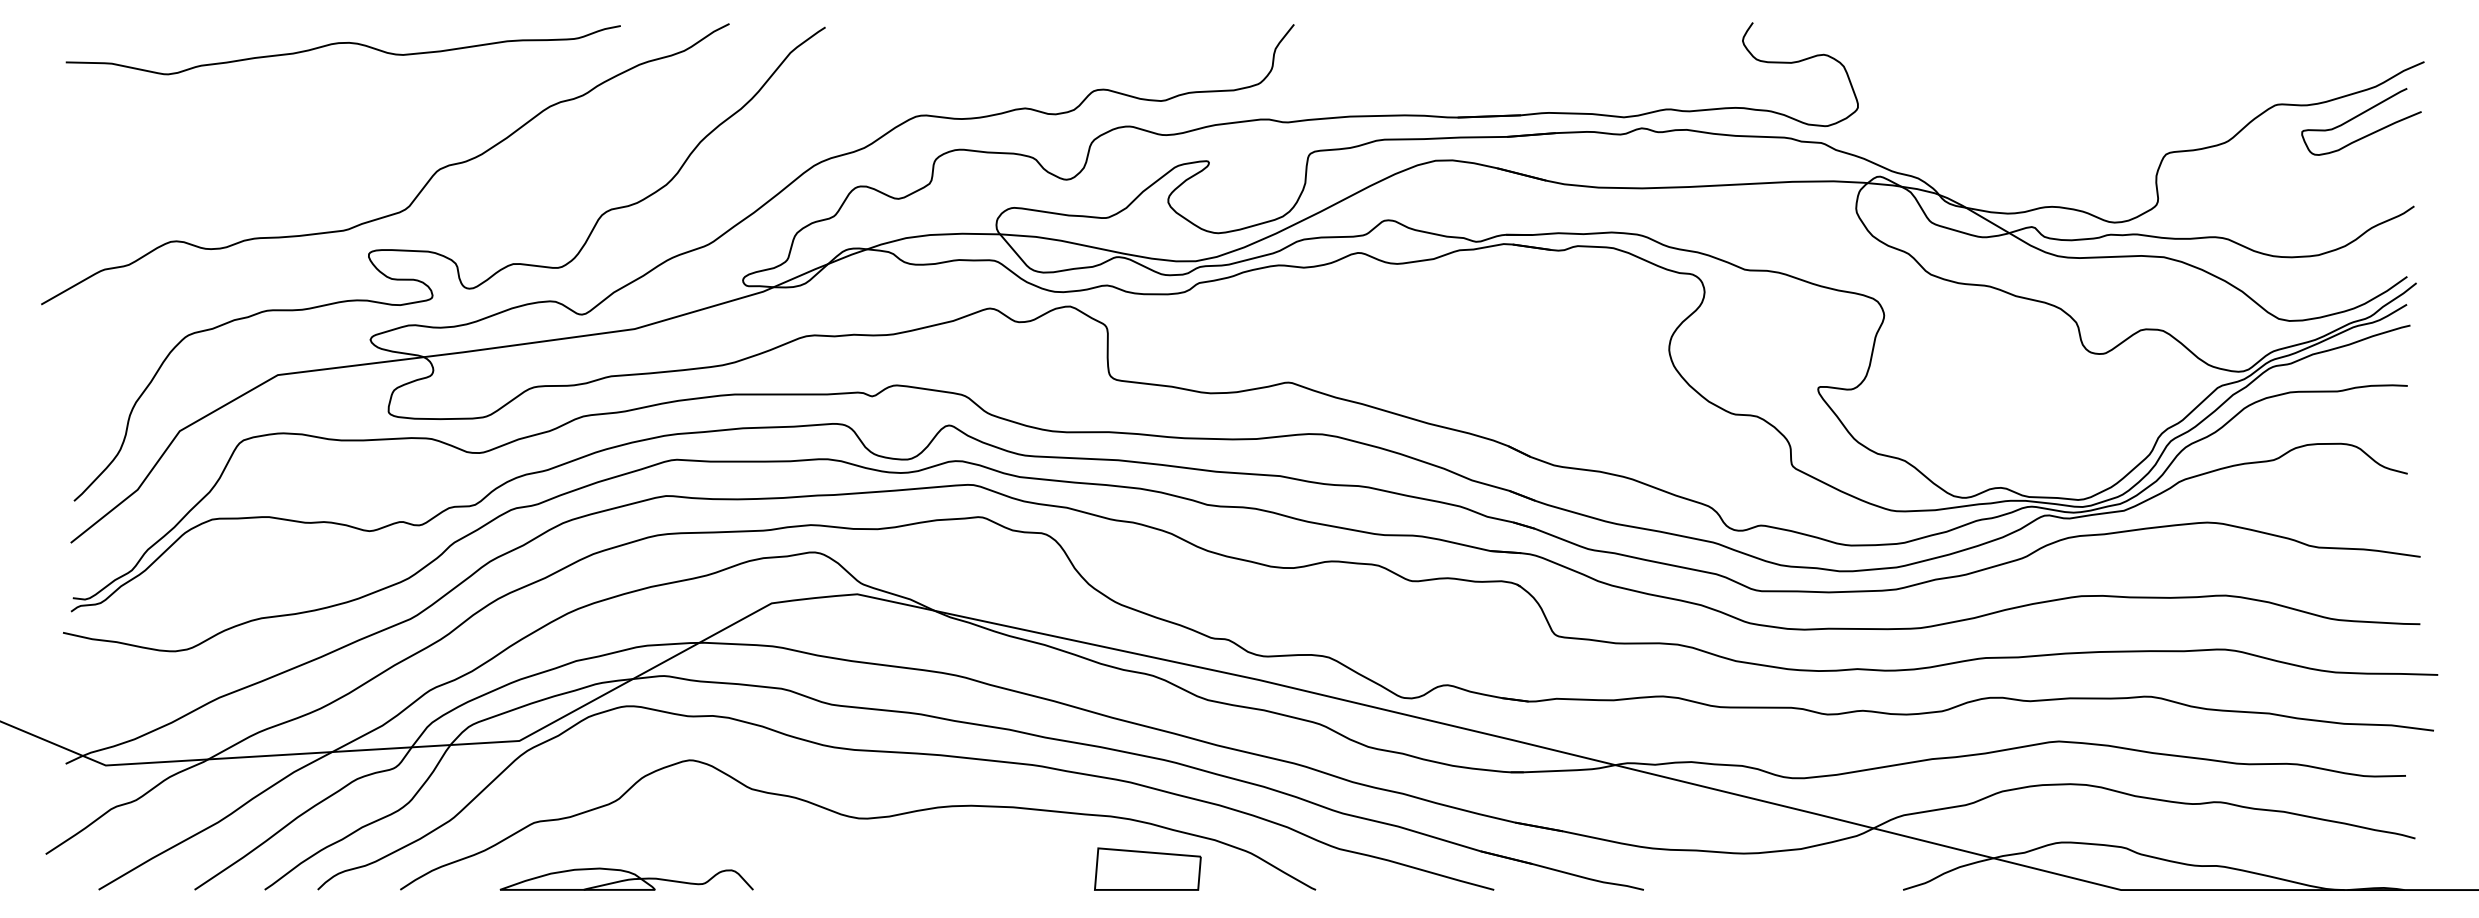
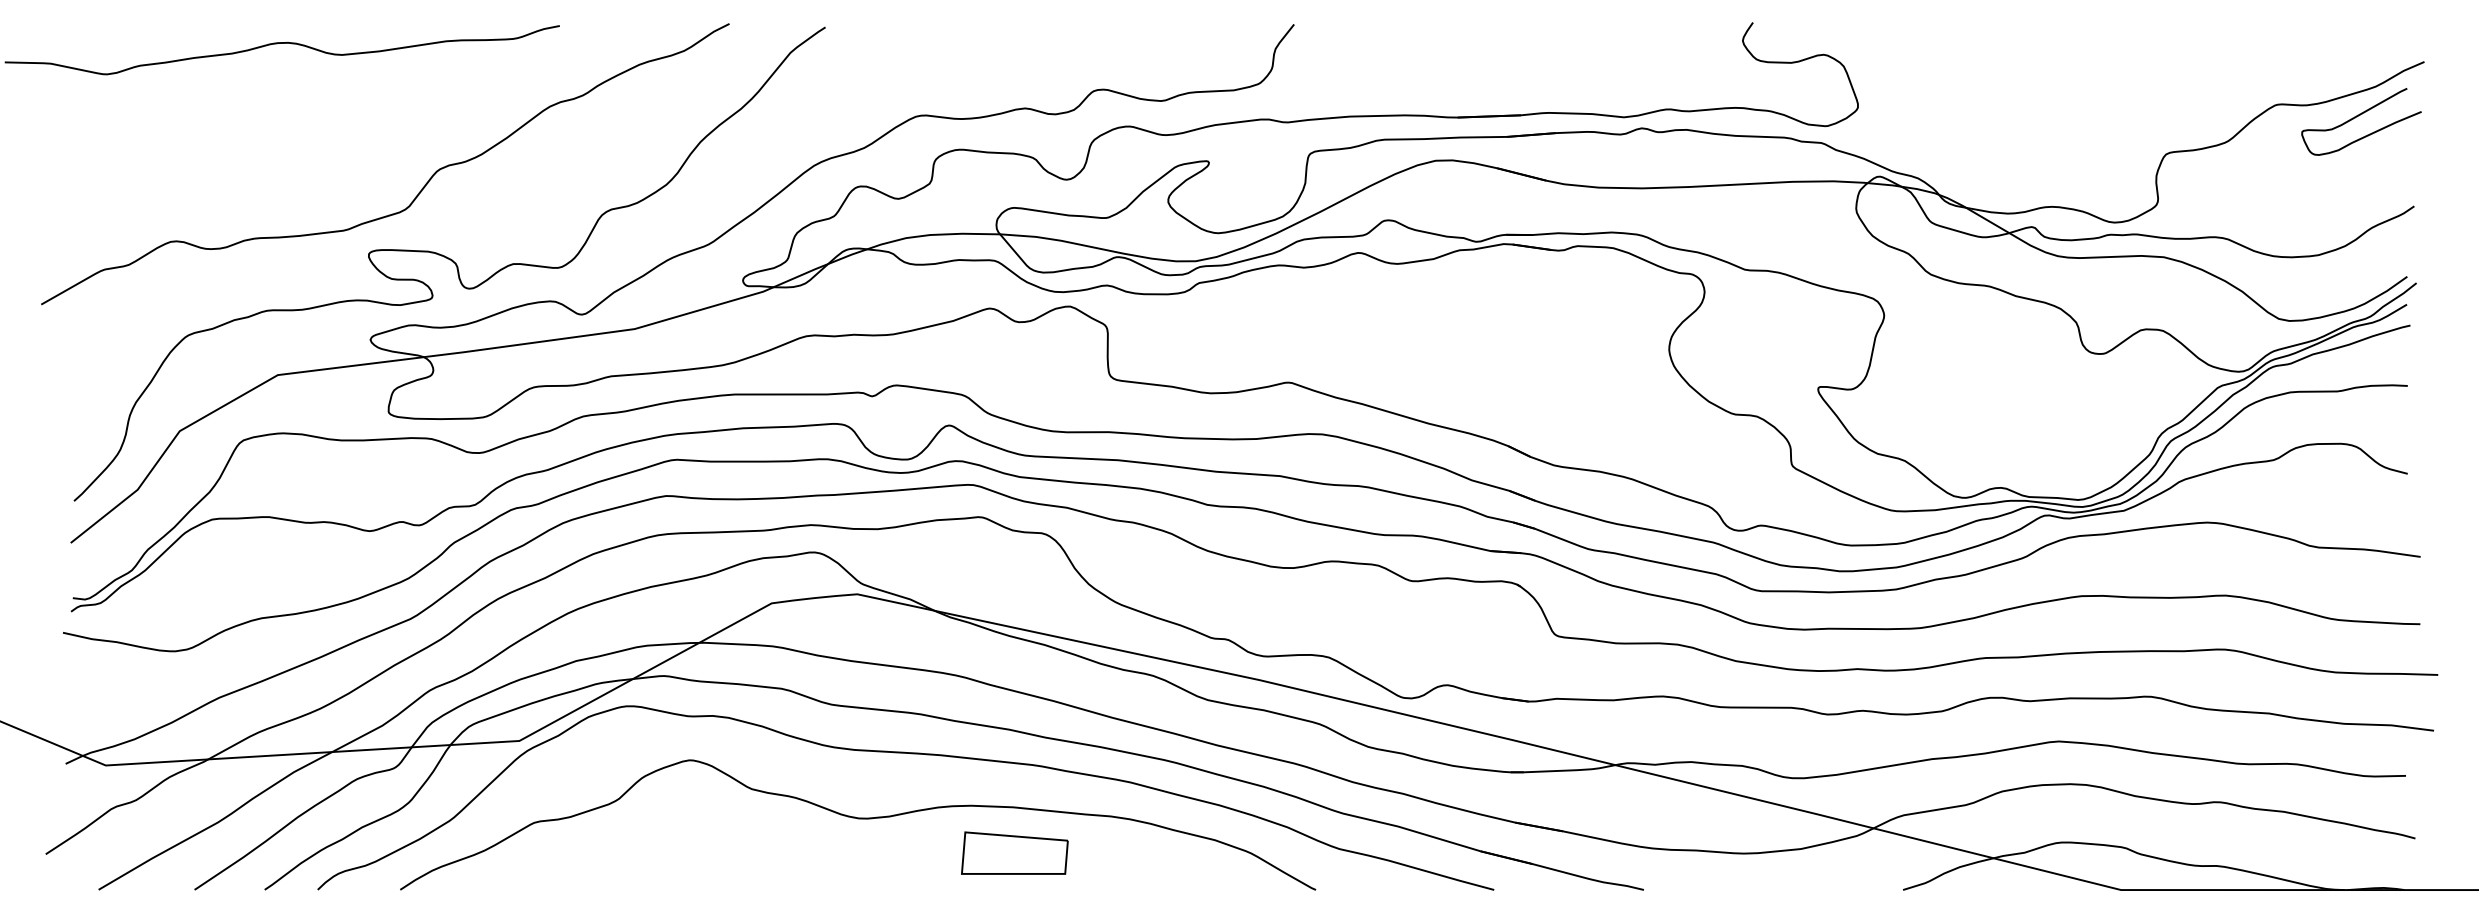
curve at (342, 43) position: (342, 43) -> (281, 43)
part at (1147, 868) position: (1147, 868) -> (1014, 852)
part at (626, 878): present -> none
